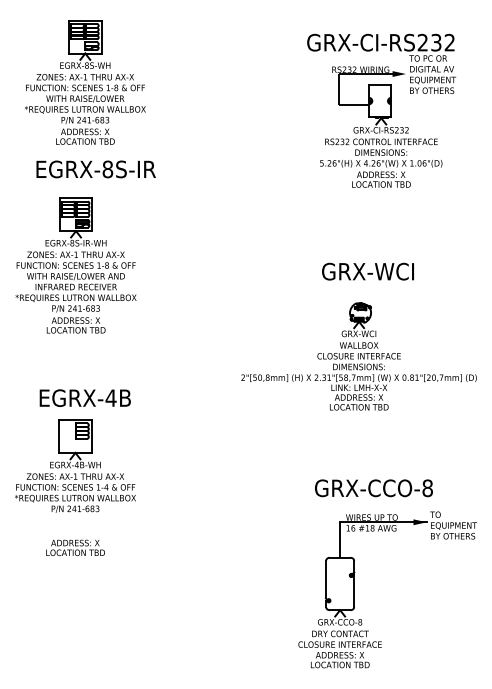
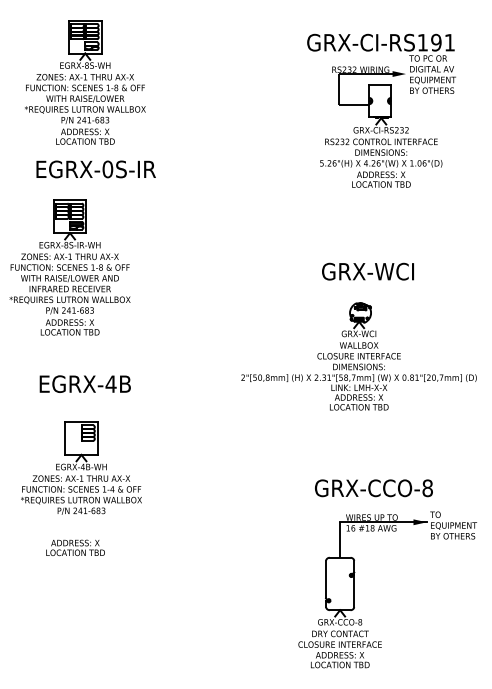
text at (435, 42): GRX-CI-RS232 -> GRX-CI-RS191
text at (107, 169): EGRX-8S-IR -> EGRX-0S-IR
part at (75, 265) position: (75, 265) -> (69, 267)
text at (84, 397) position: (84, 397) -> (84, 383)
part at (75, 465) position: (75, 465) -> (81, 467)
